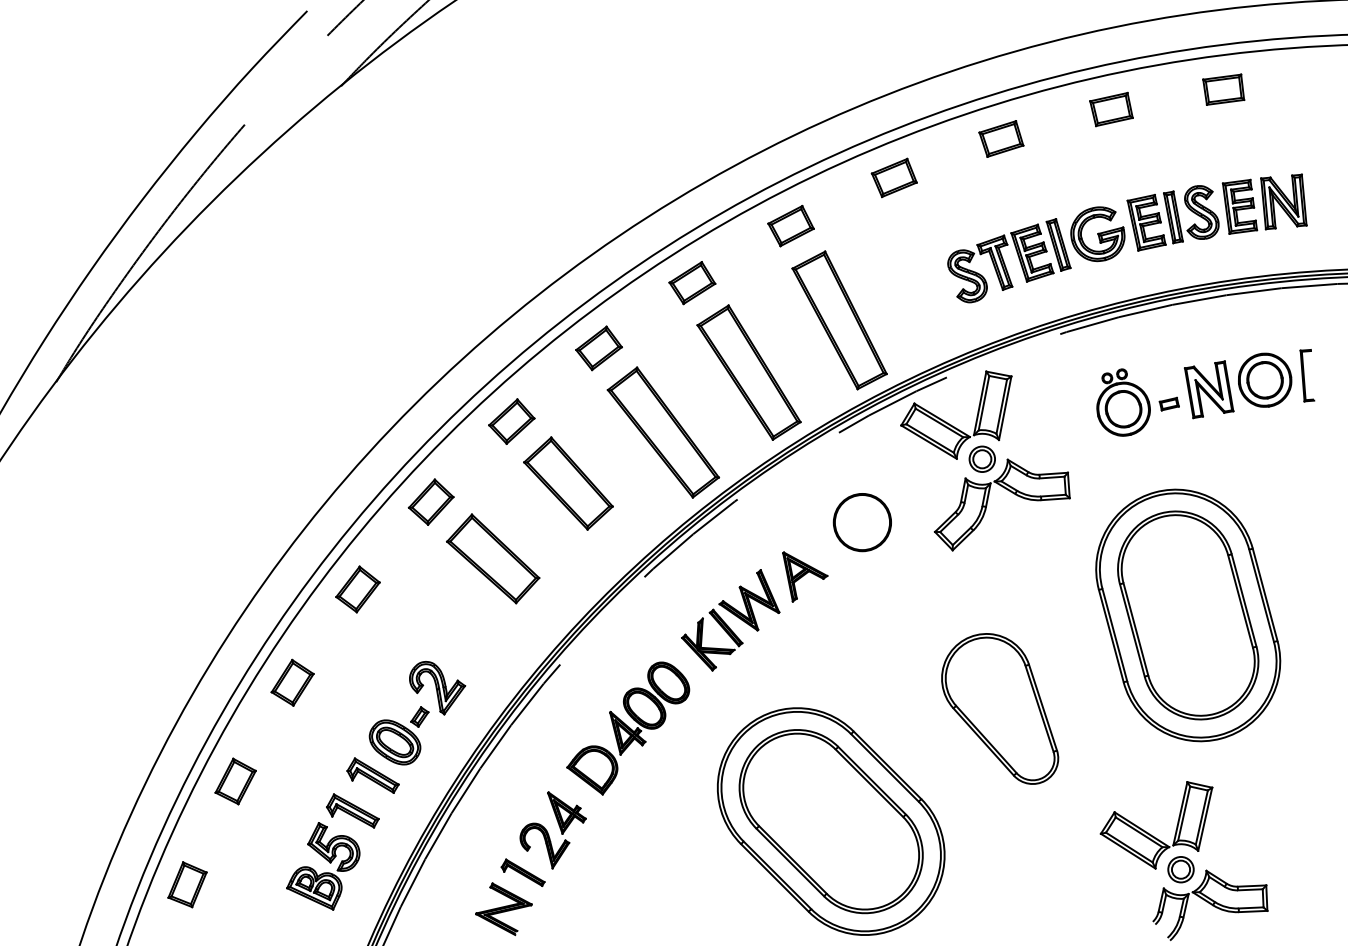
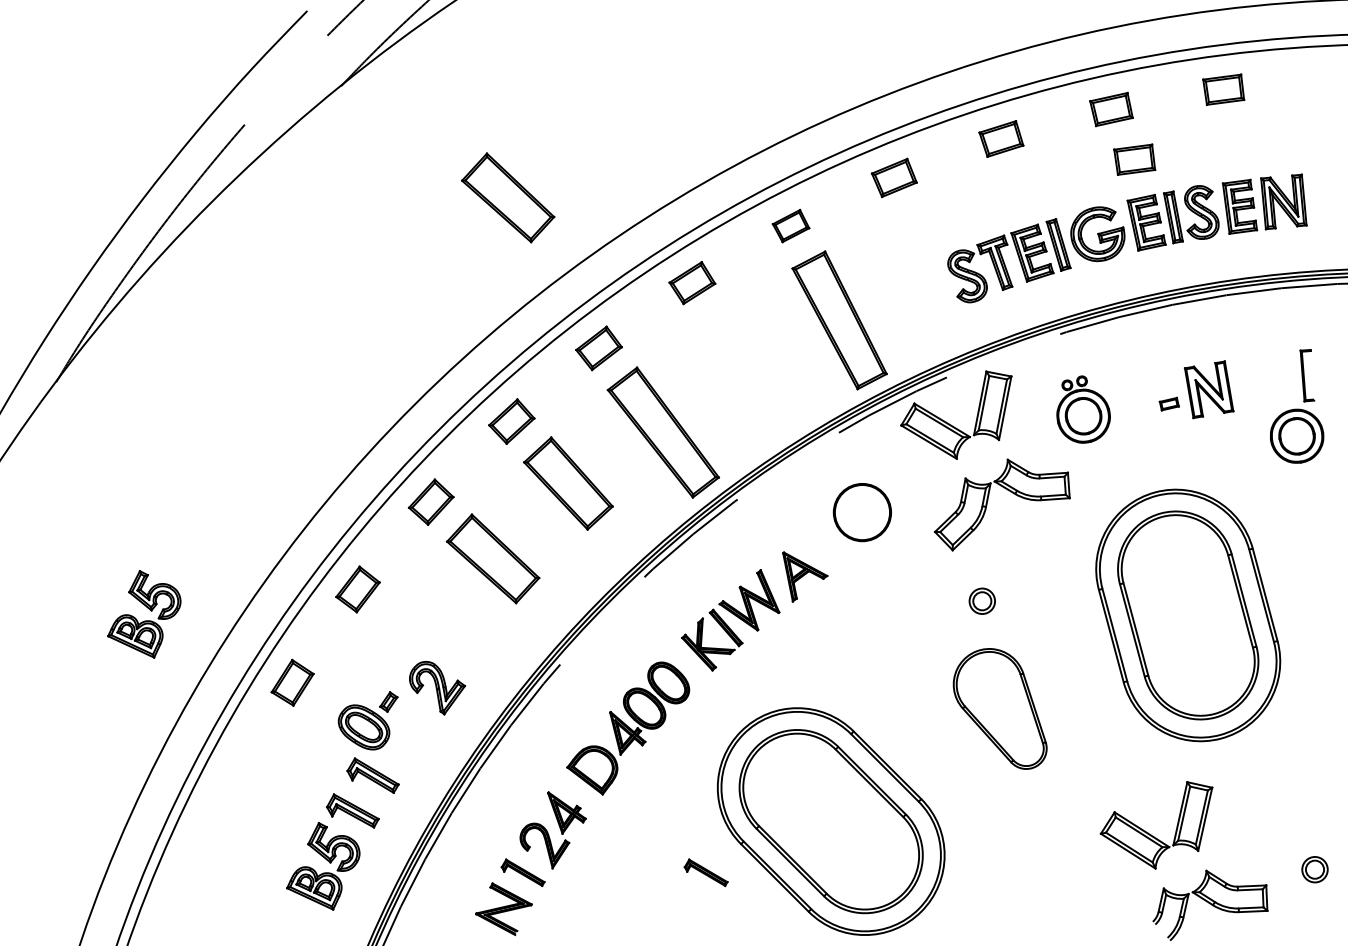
part at (1134, 159): none -> present
part at (508, 197): none -> present
part at (790, 225) size: 48x44 px -> 40x36 px
part at (748, 372): present -> none
part at (1265, 379) position: (1265, 379) -> (1297, 435)
part at (1123, 402) position: (1123, 402) -> (1083, 409)
part at (981, 458) position: (981, 458) -> (981, 600)
part at (861, 522) position: (861, 522) -> (861, 512)
part at (144, 614): none -> present
part at (1000, 708) size: 119x152 px -> 96x122 px
part at (398, 735) position: (398, 735) -> (367, 720)
part at (235, 781): present -> none
part at (1180, 869) position: (1180, 869) -> (1314, 869)
part at (705, 872): none -> present
part at (187, 884): present -> none
